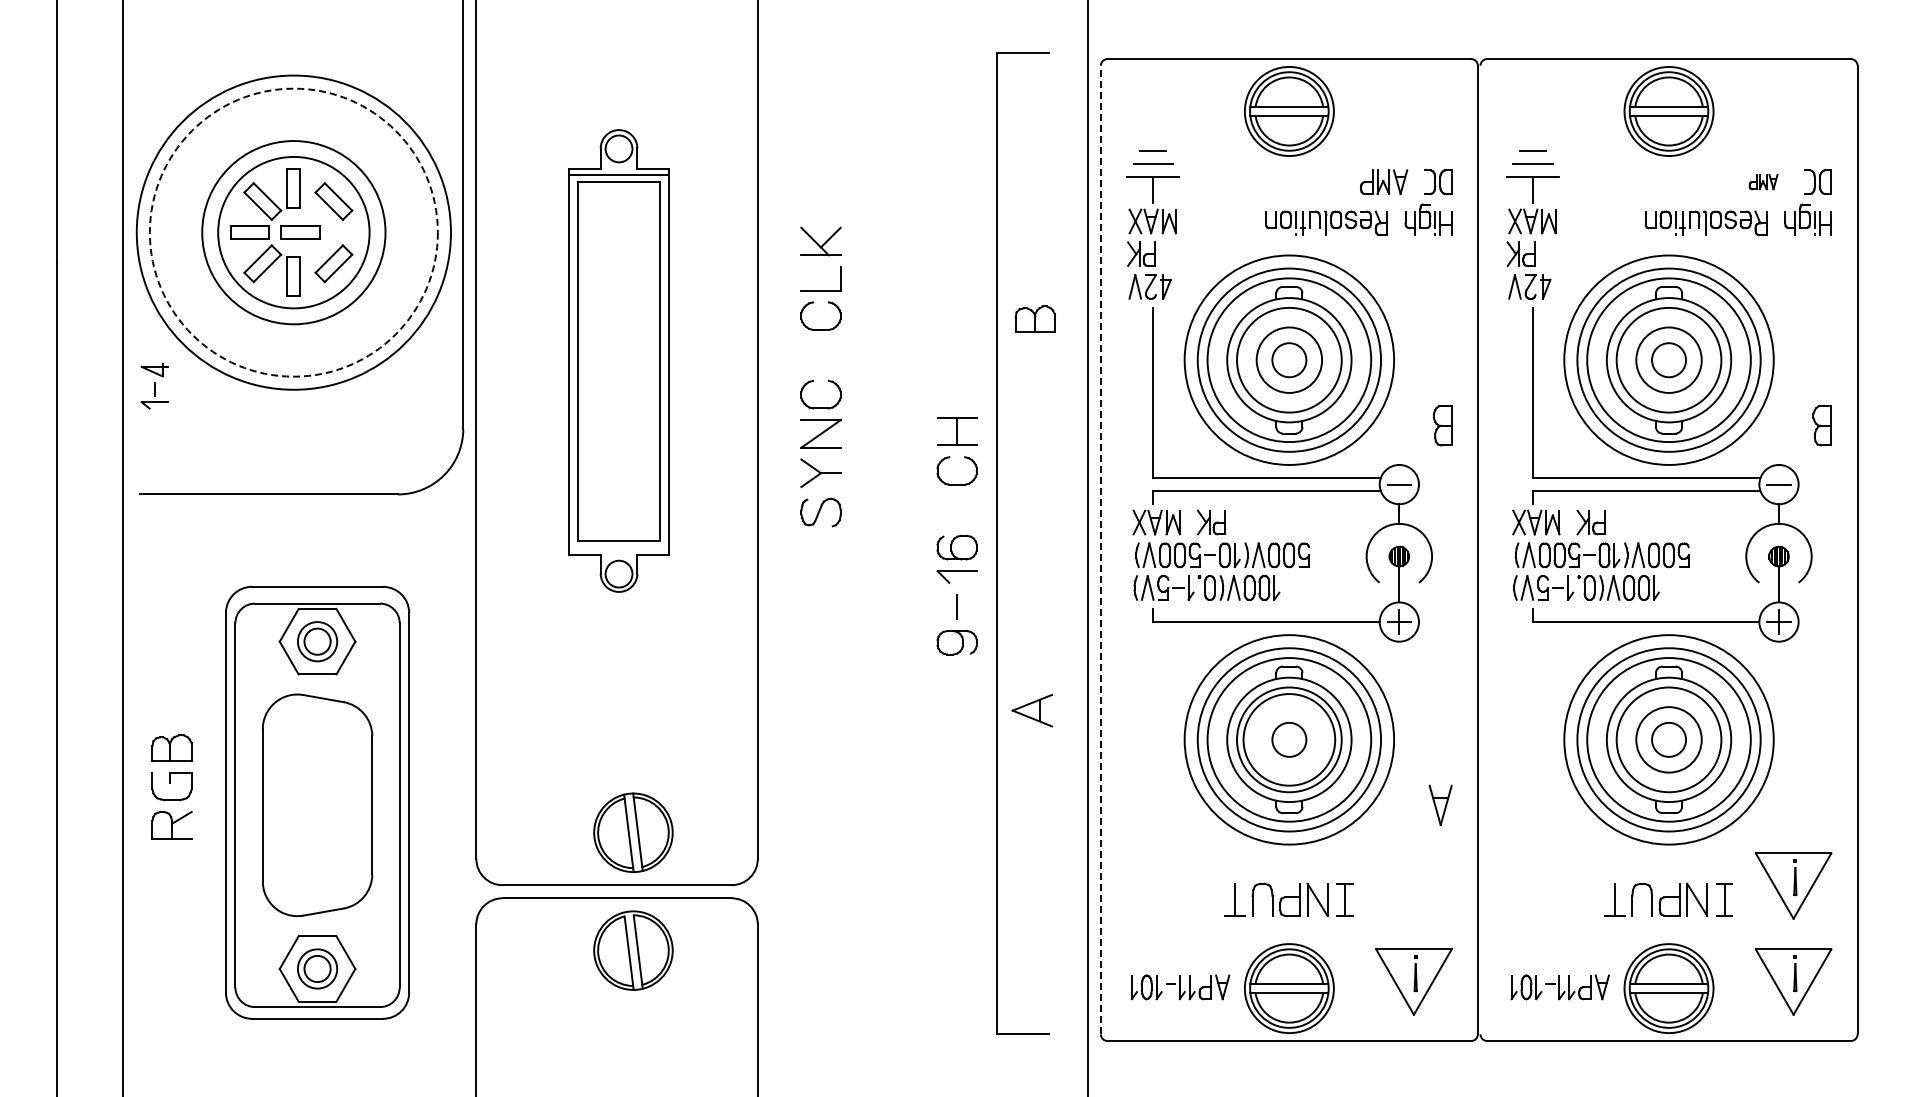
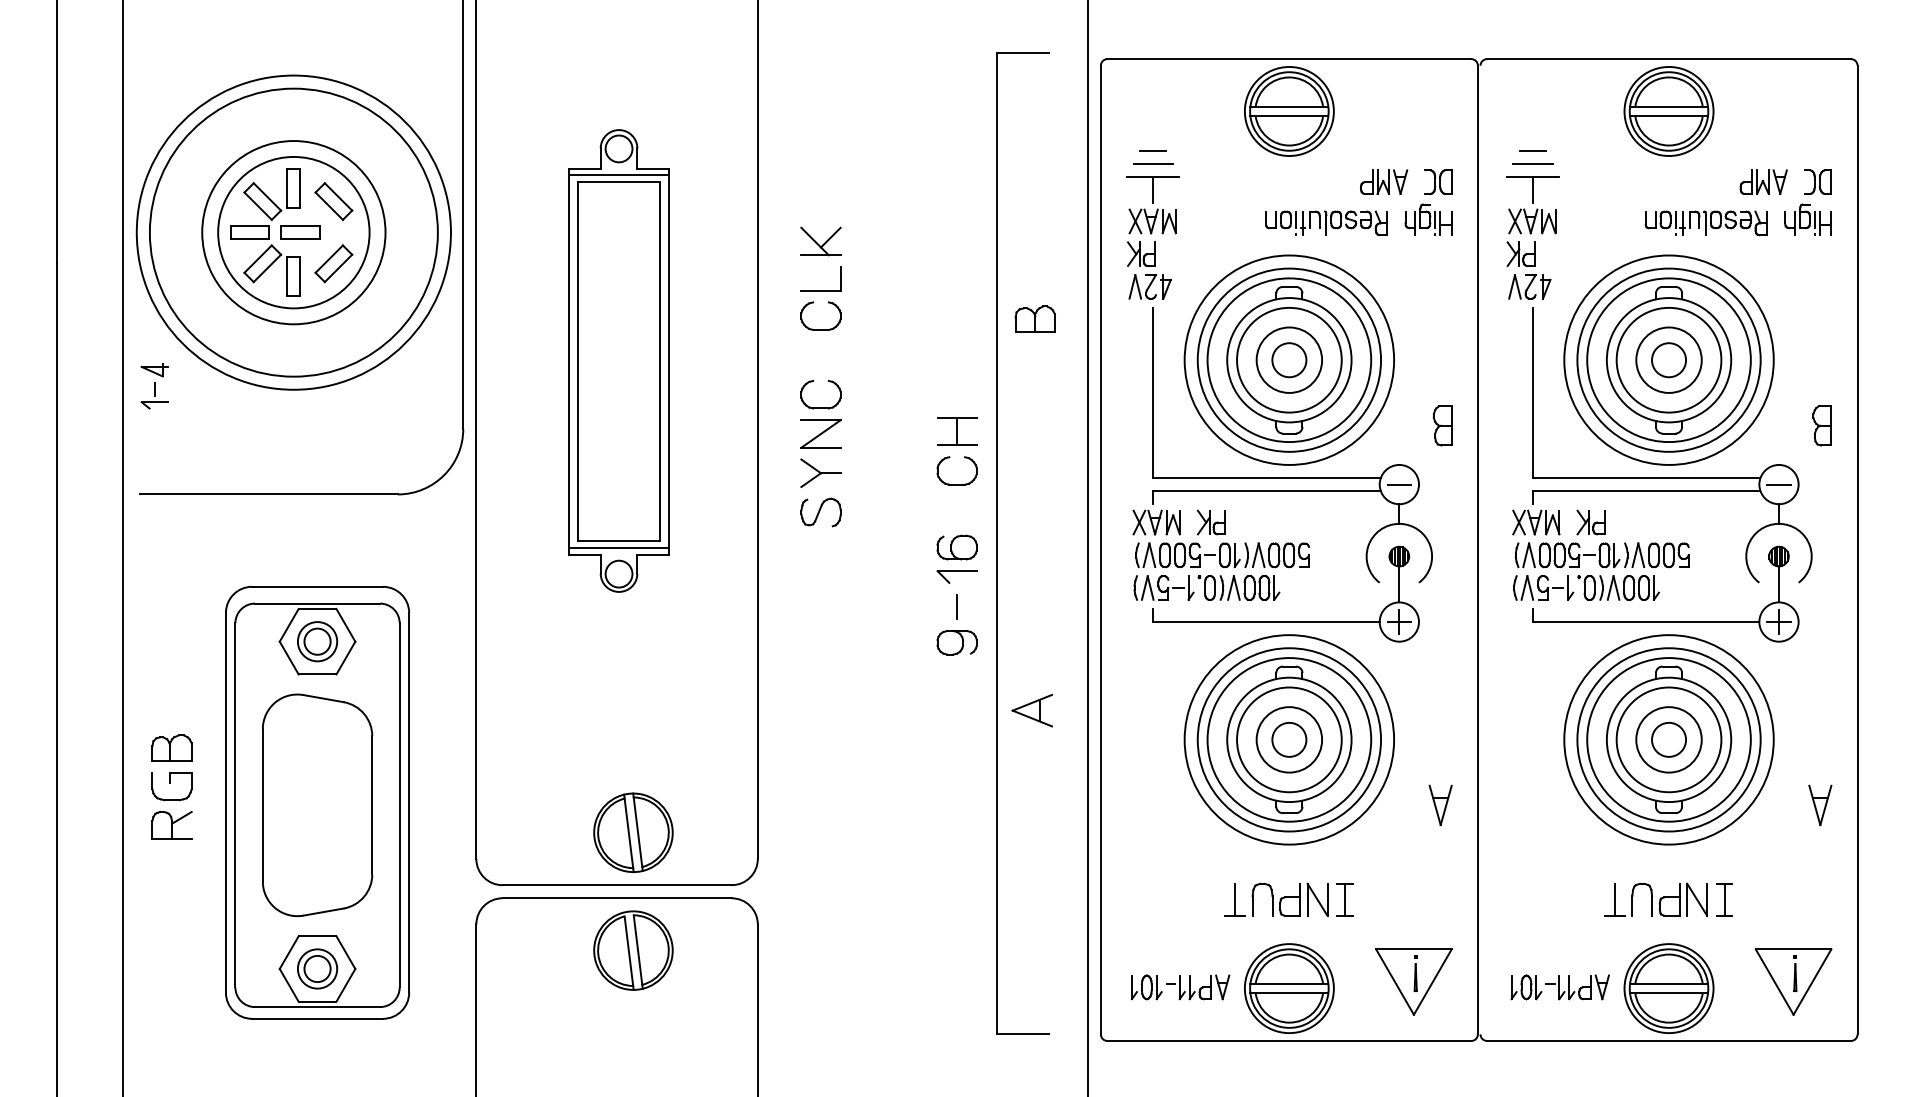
part at (1763, 182) size: 31x17 px -> 49x26 px
circle at (293, 232): dashed -> solid
line at (618, 547): none -> present
line at (1100, 549): dashed -> solid
circle at (1289, 739) diameter: 92 px -> 65 px
part at (1820, 805): none -> present
part at (1793, 885): present -> none
